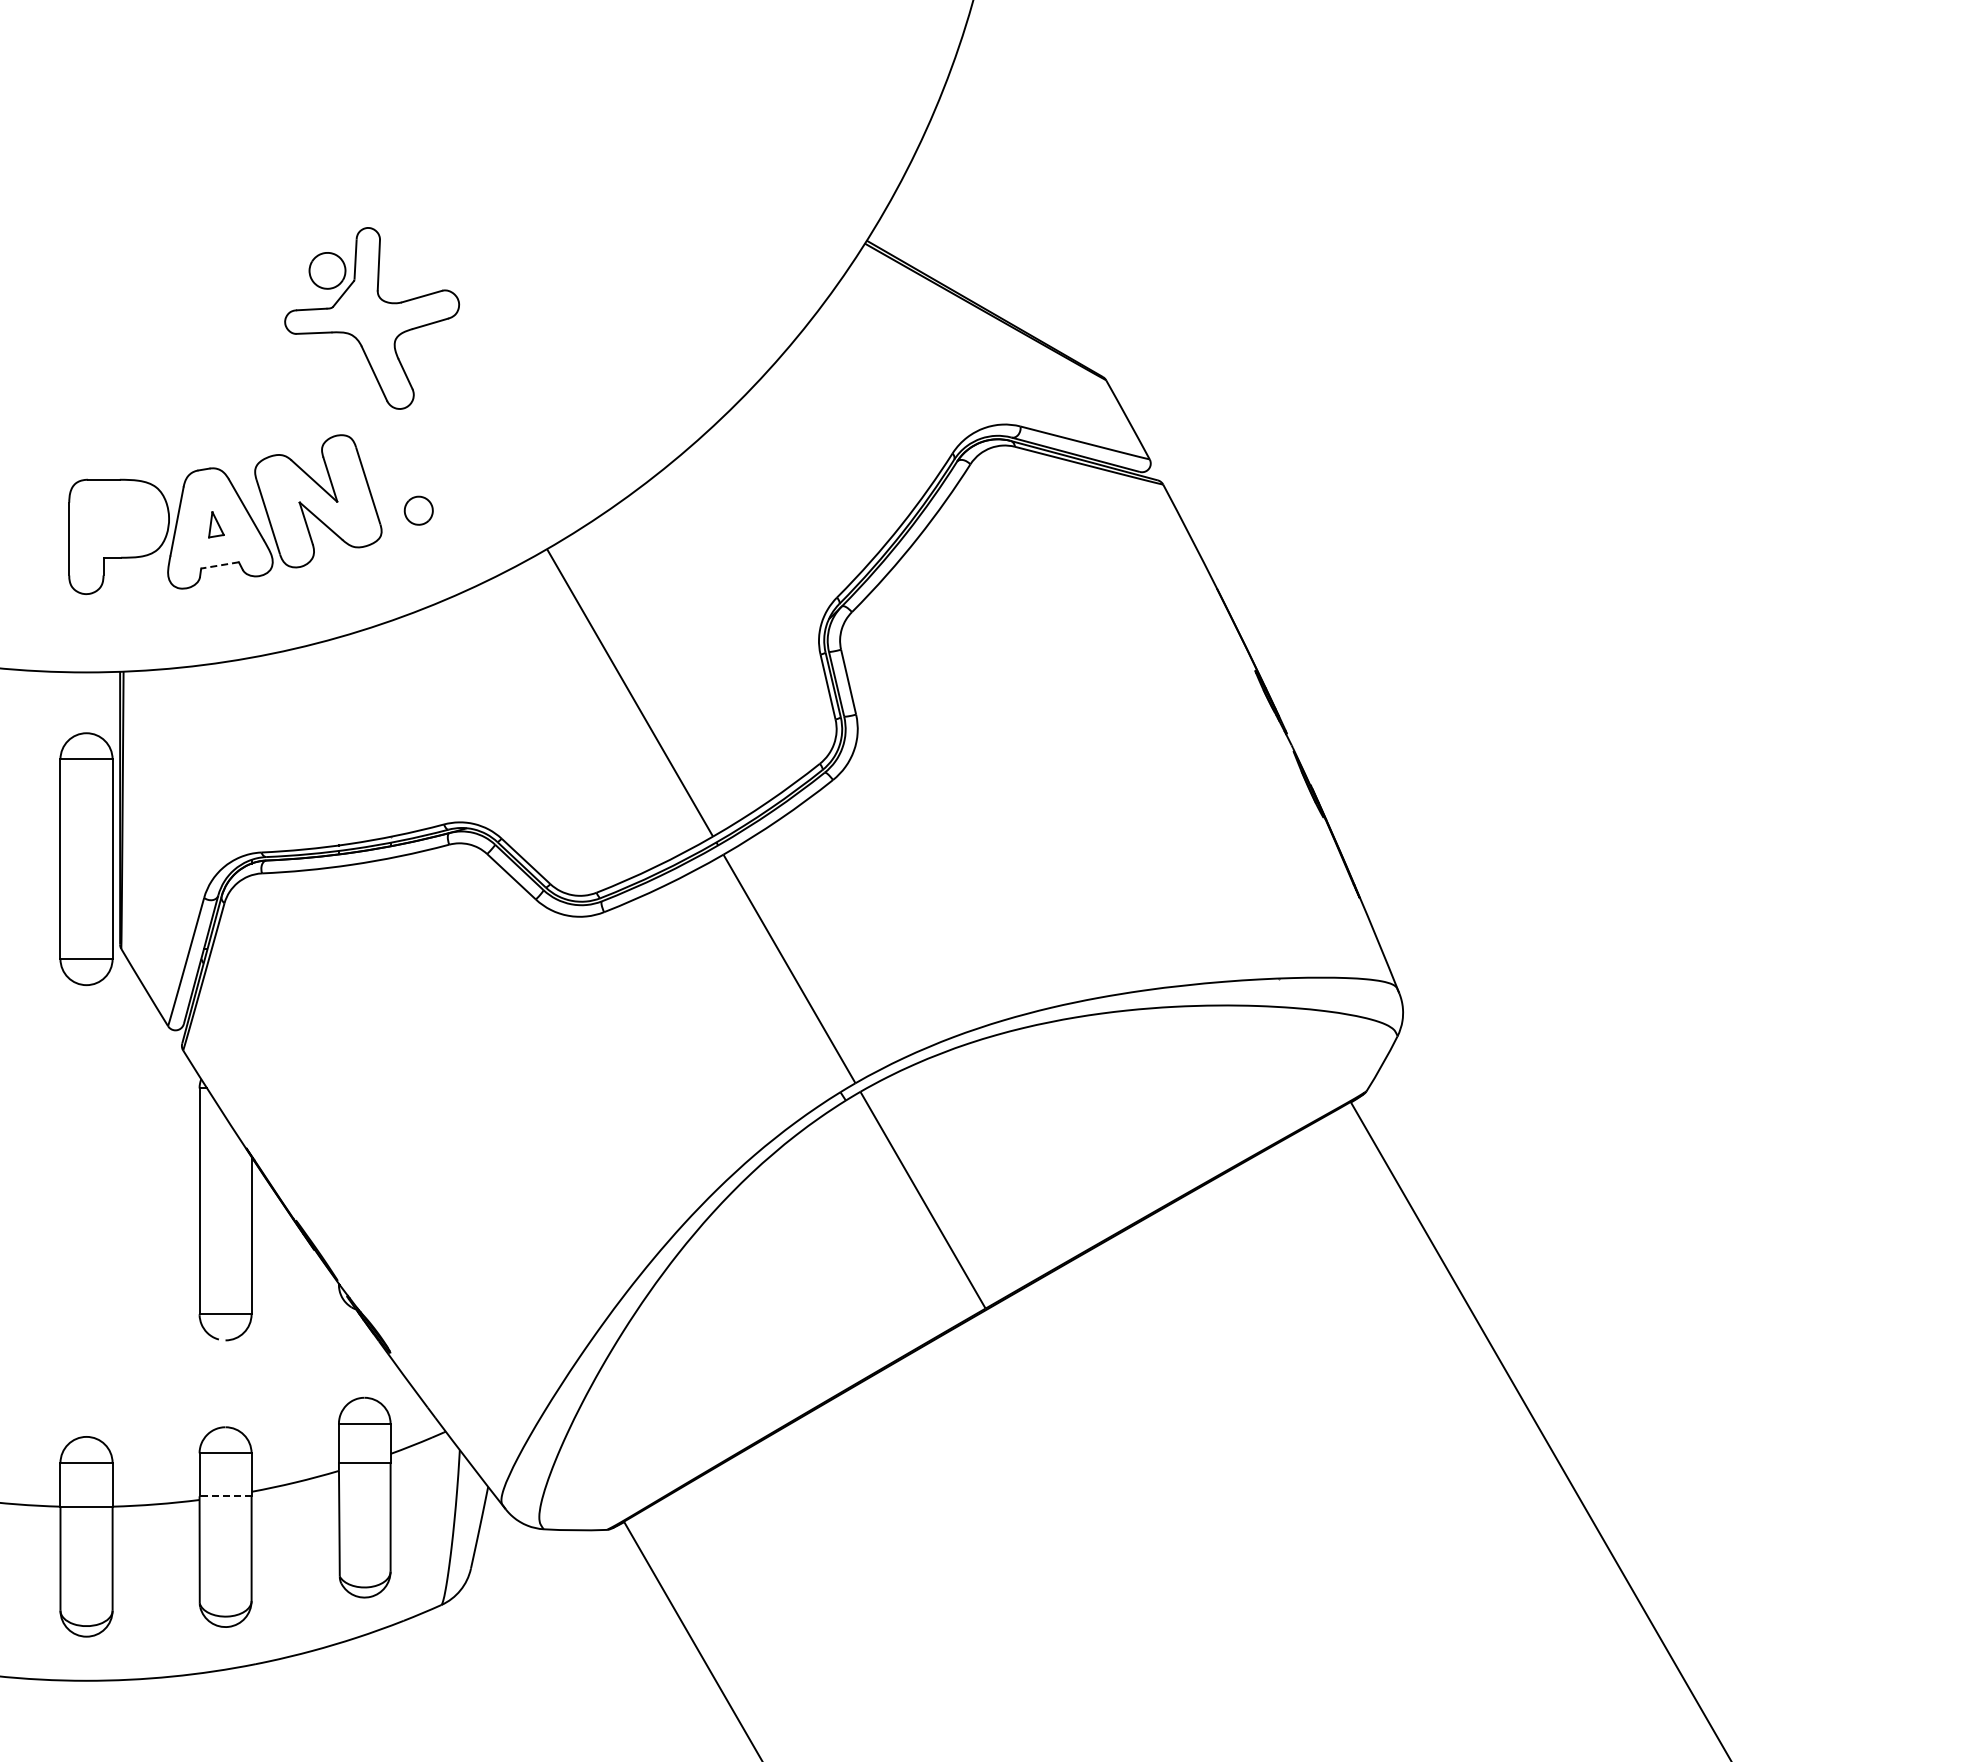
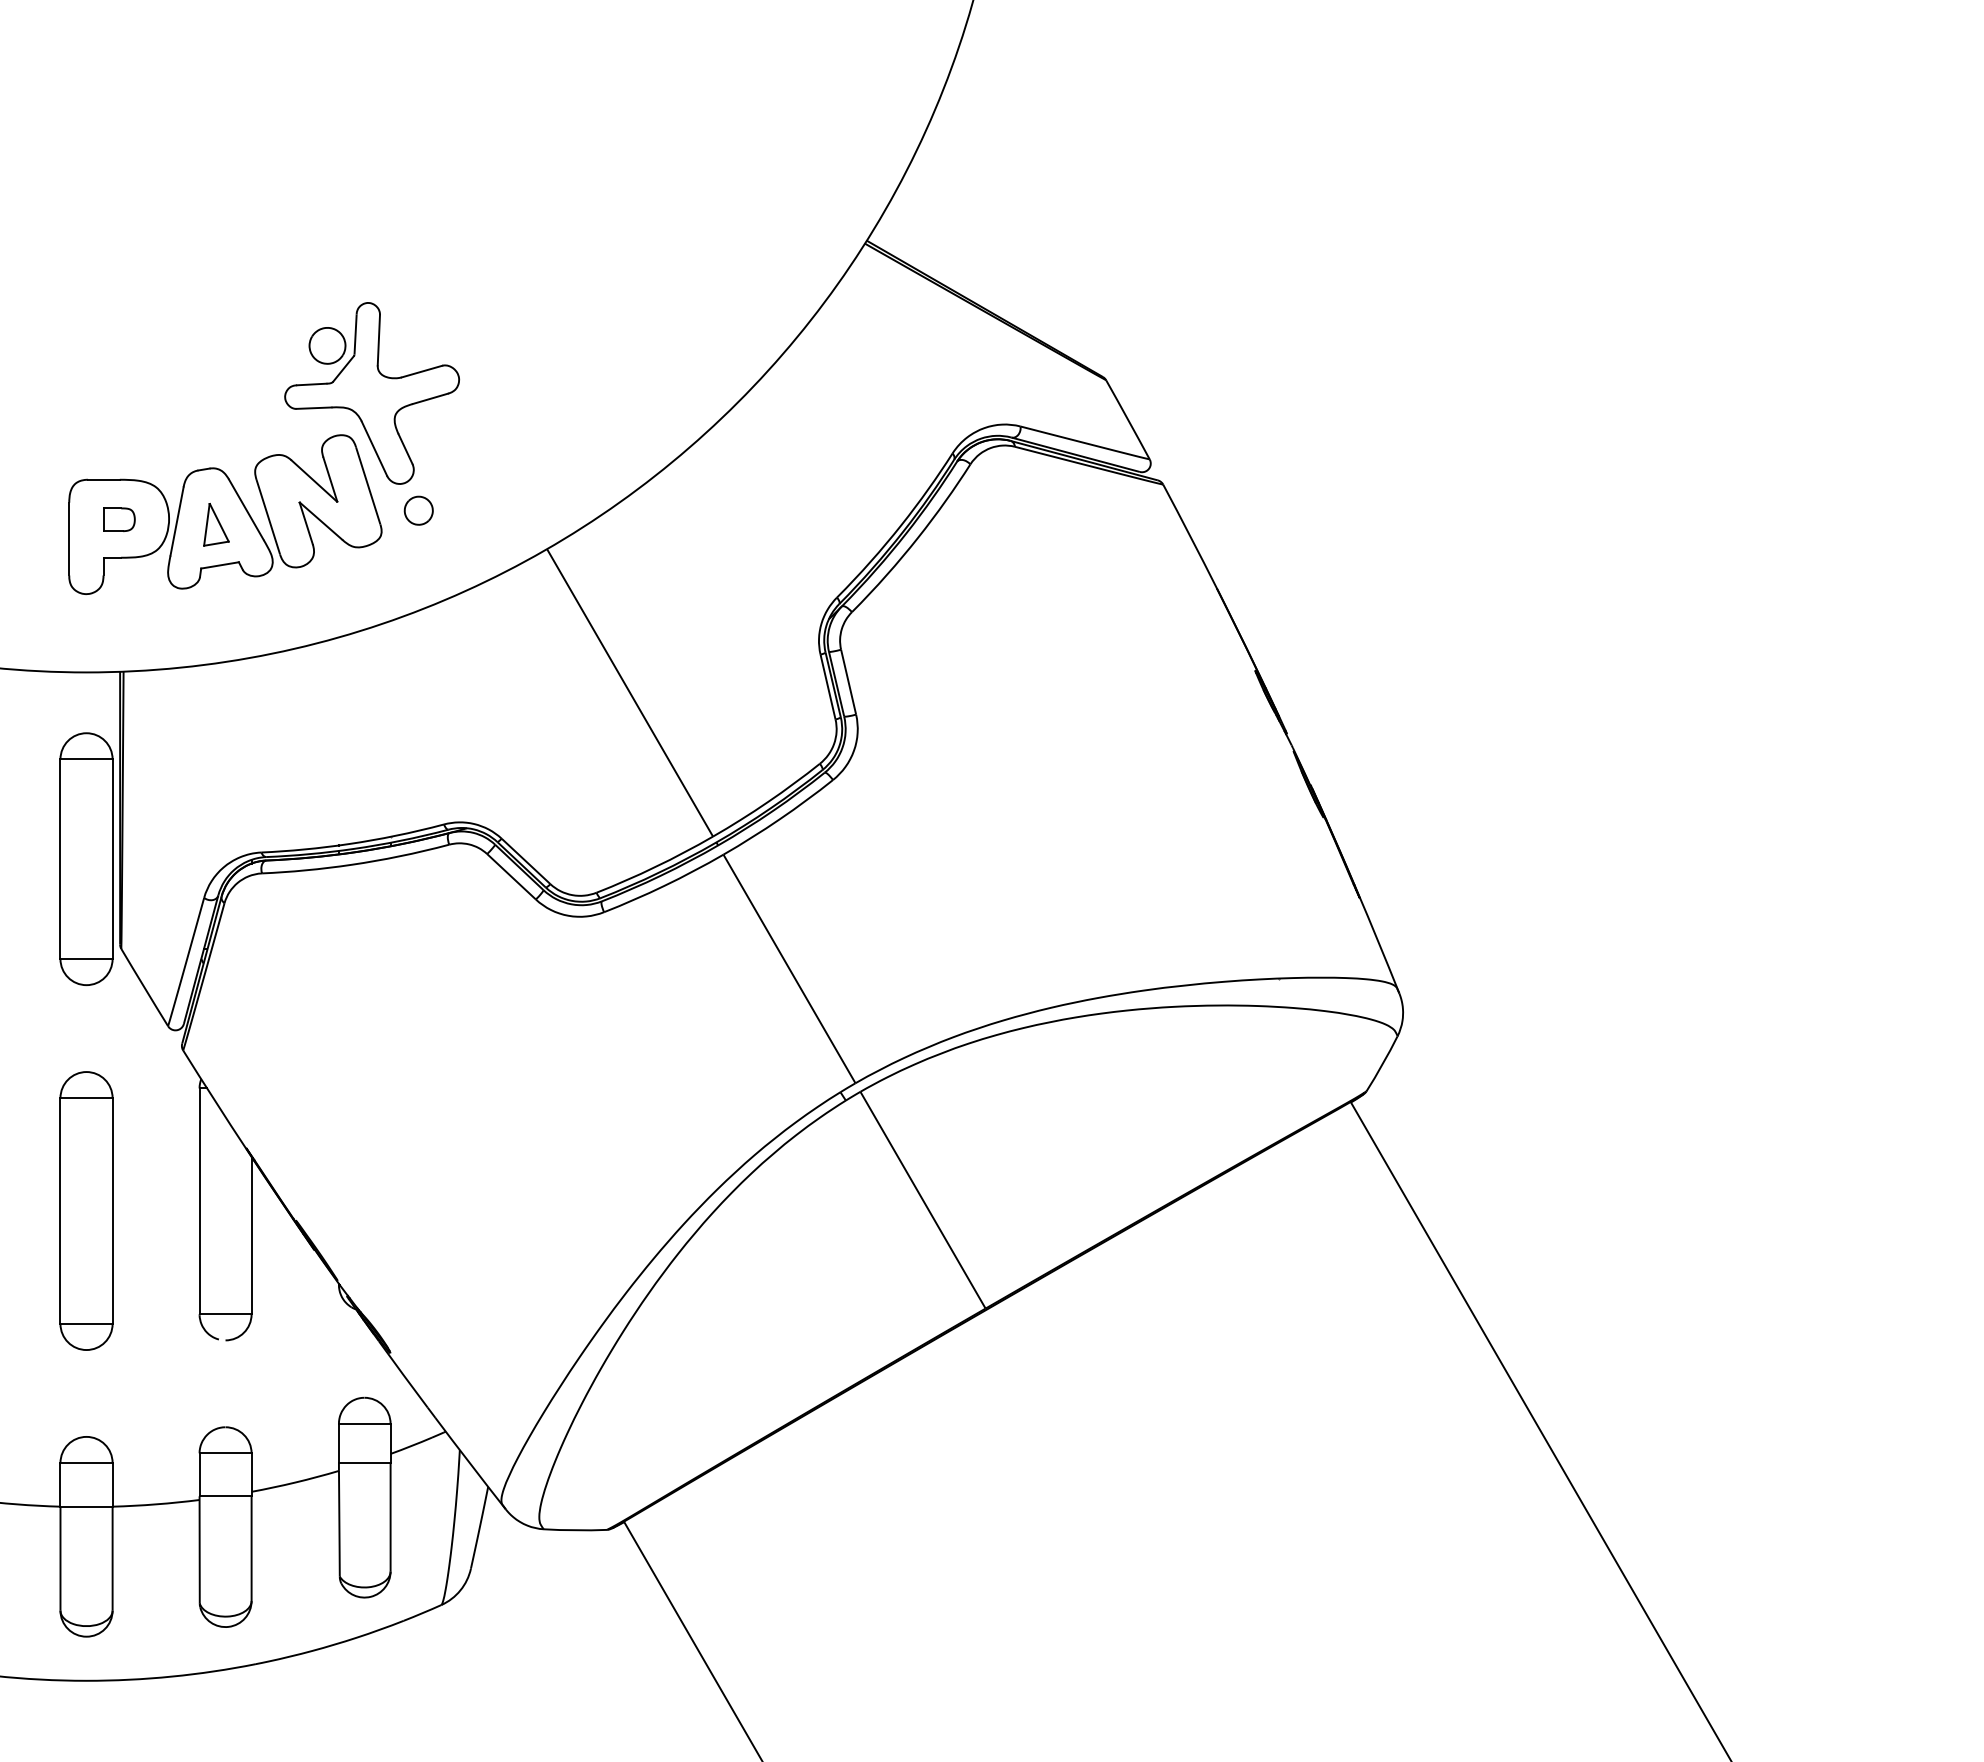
part at (371, 318) position: (371, 318) -> (371, 393)
part at (119, 519): none -> present
part at (216, 524) size: 17x28 px -> 27x44 px
line at (219, 565): dashed -> solid
part at (86, 1210): none -> present
line at (225, 1496): dashed -> solid
